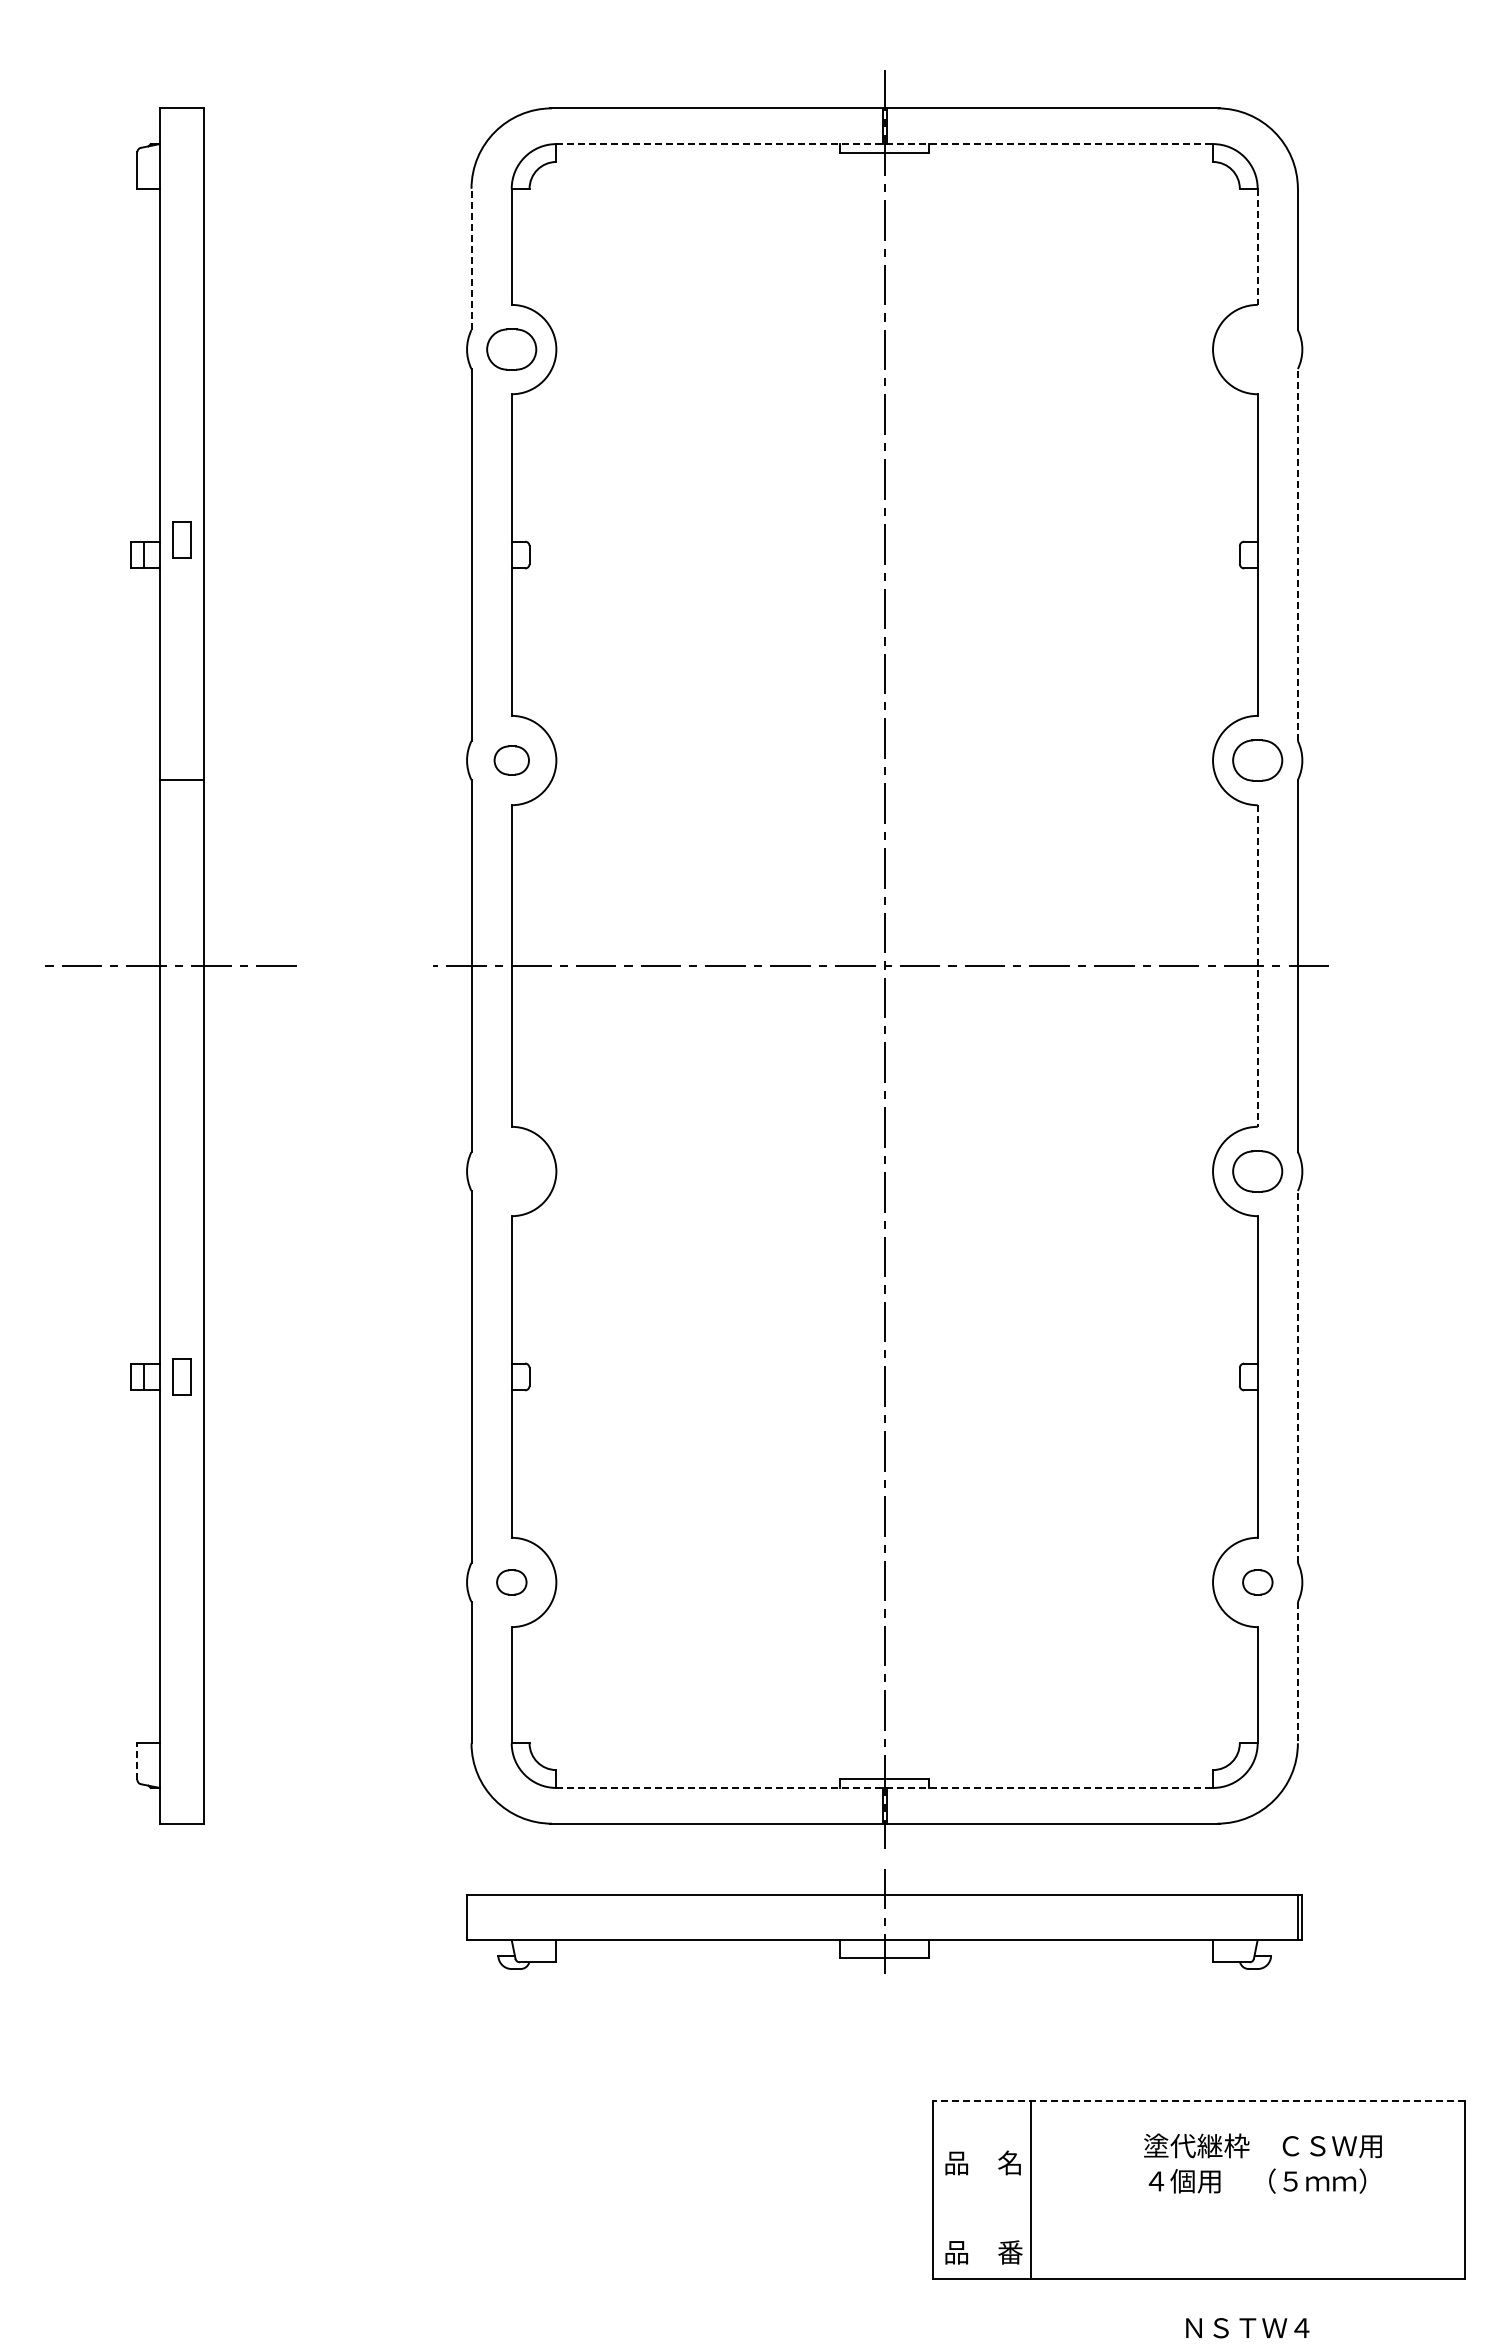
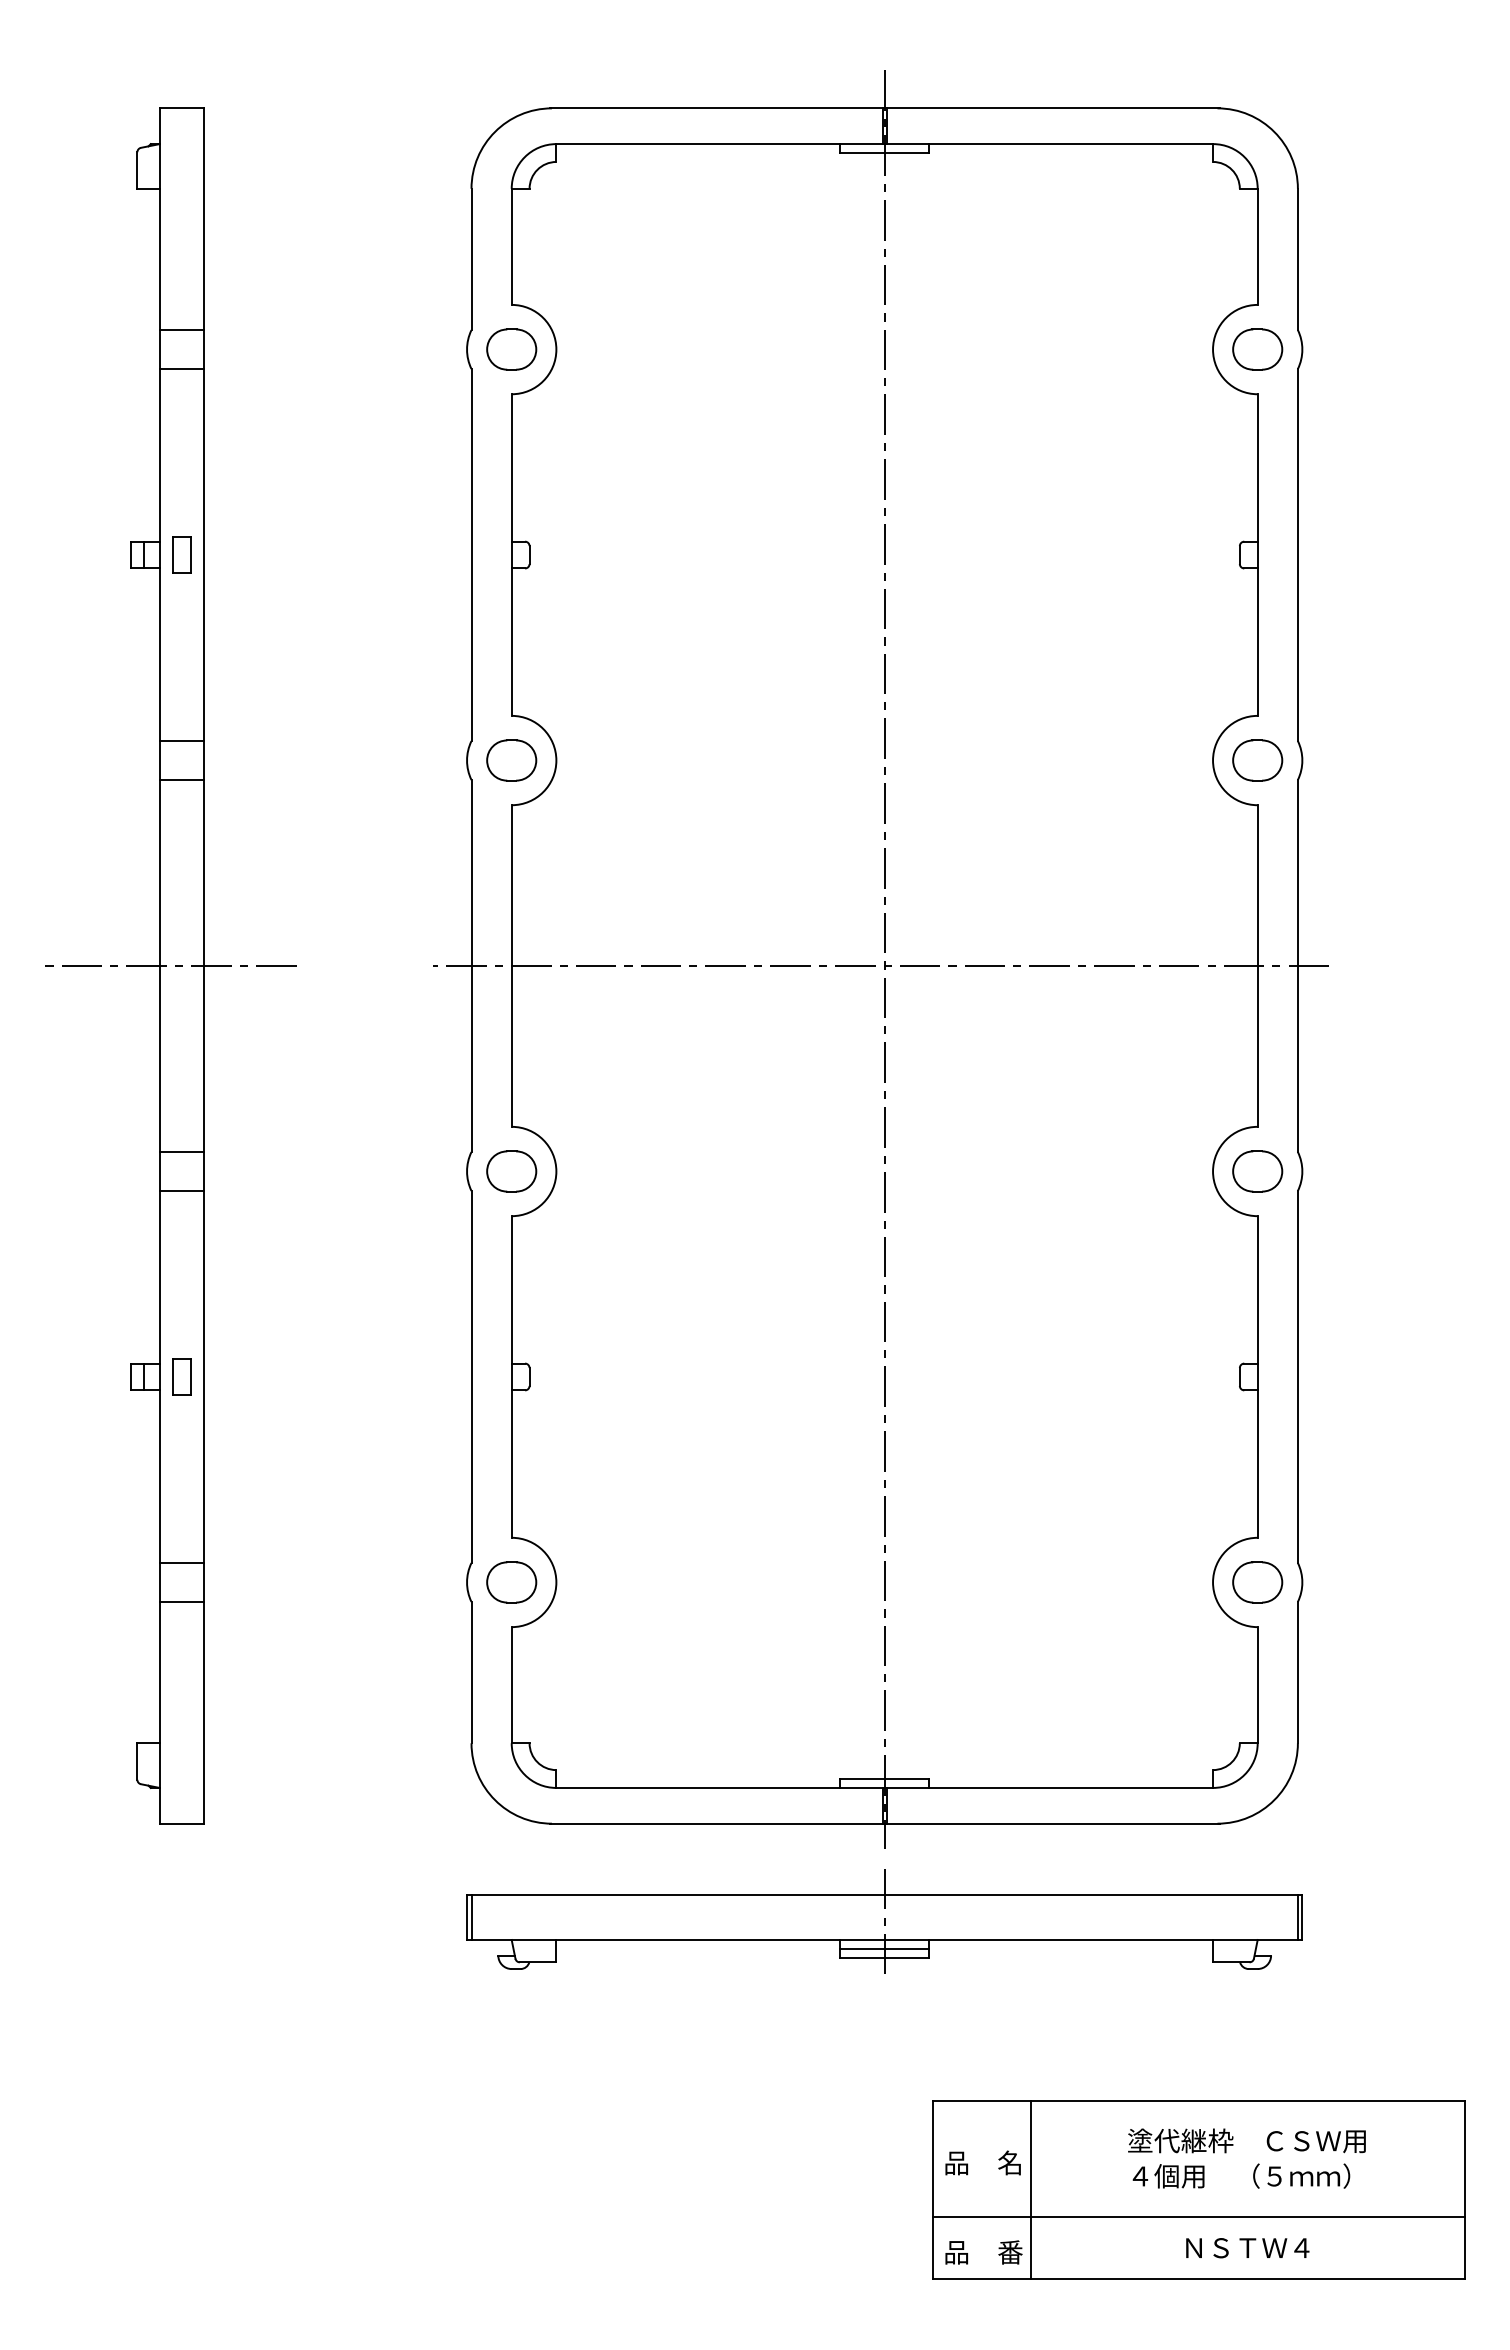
line at (885, 144): dashed -> solid
line at (1257, 247): dashed -> solid
line at (471, 259): dashed -> solid
line at (181, 330): none -> present
part at (1257, 349): none -> present
line at (181, 369): none -> present
part at (181, 539) position: (181, 539) -> (181, 554)
line at (1297, 554): dashed -> solid
line at (181, 741): none -> present
part at (511, 760) size: 37x31 px -> 52x43 px
line at (1257, 966): dashed -> solid
line at (181, 1152): none -> present
part at (511, 1171): none -> present
line at (181, 1190): none -> present
line at (1297, 1376): dashed -> solid
line at (181, 1562): none -> present
part at (511, 1582) size: 32x27 px -> 52x43 px
part at (1257, 1582) size: 32x27 px -> 52x43 px
line at (181, 1601): none -> present
line at (1297, 1672): dashed -> solid
line at (137, 1761): dashed -> solid
line at (885, 1787): dashed -> solid
line at (471, 1917): none -> present
line at (884, 1948): none -> present
line at (1198, 2100): dashed -> solid
text at (1262, 2163) position: (1262, 2163) -> (1246, 2158)
line at (1198, 2216): none -> present
text at (1247, 2328) position: (1247, 2328) -> (1247, 2248)
